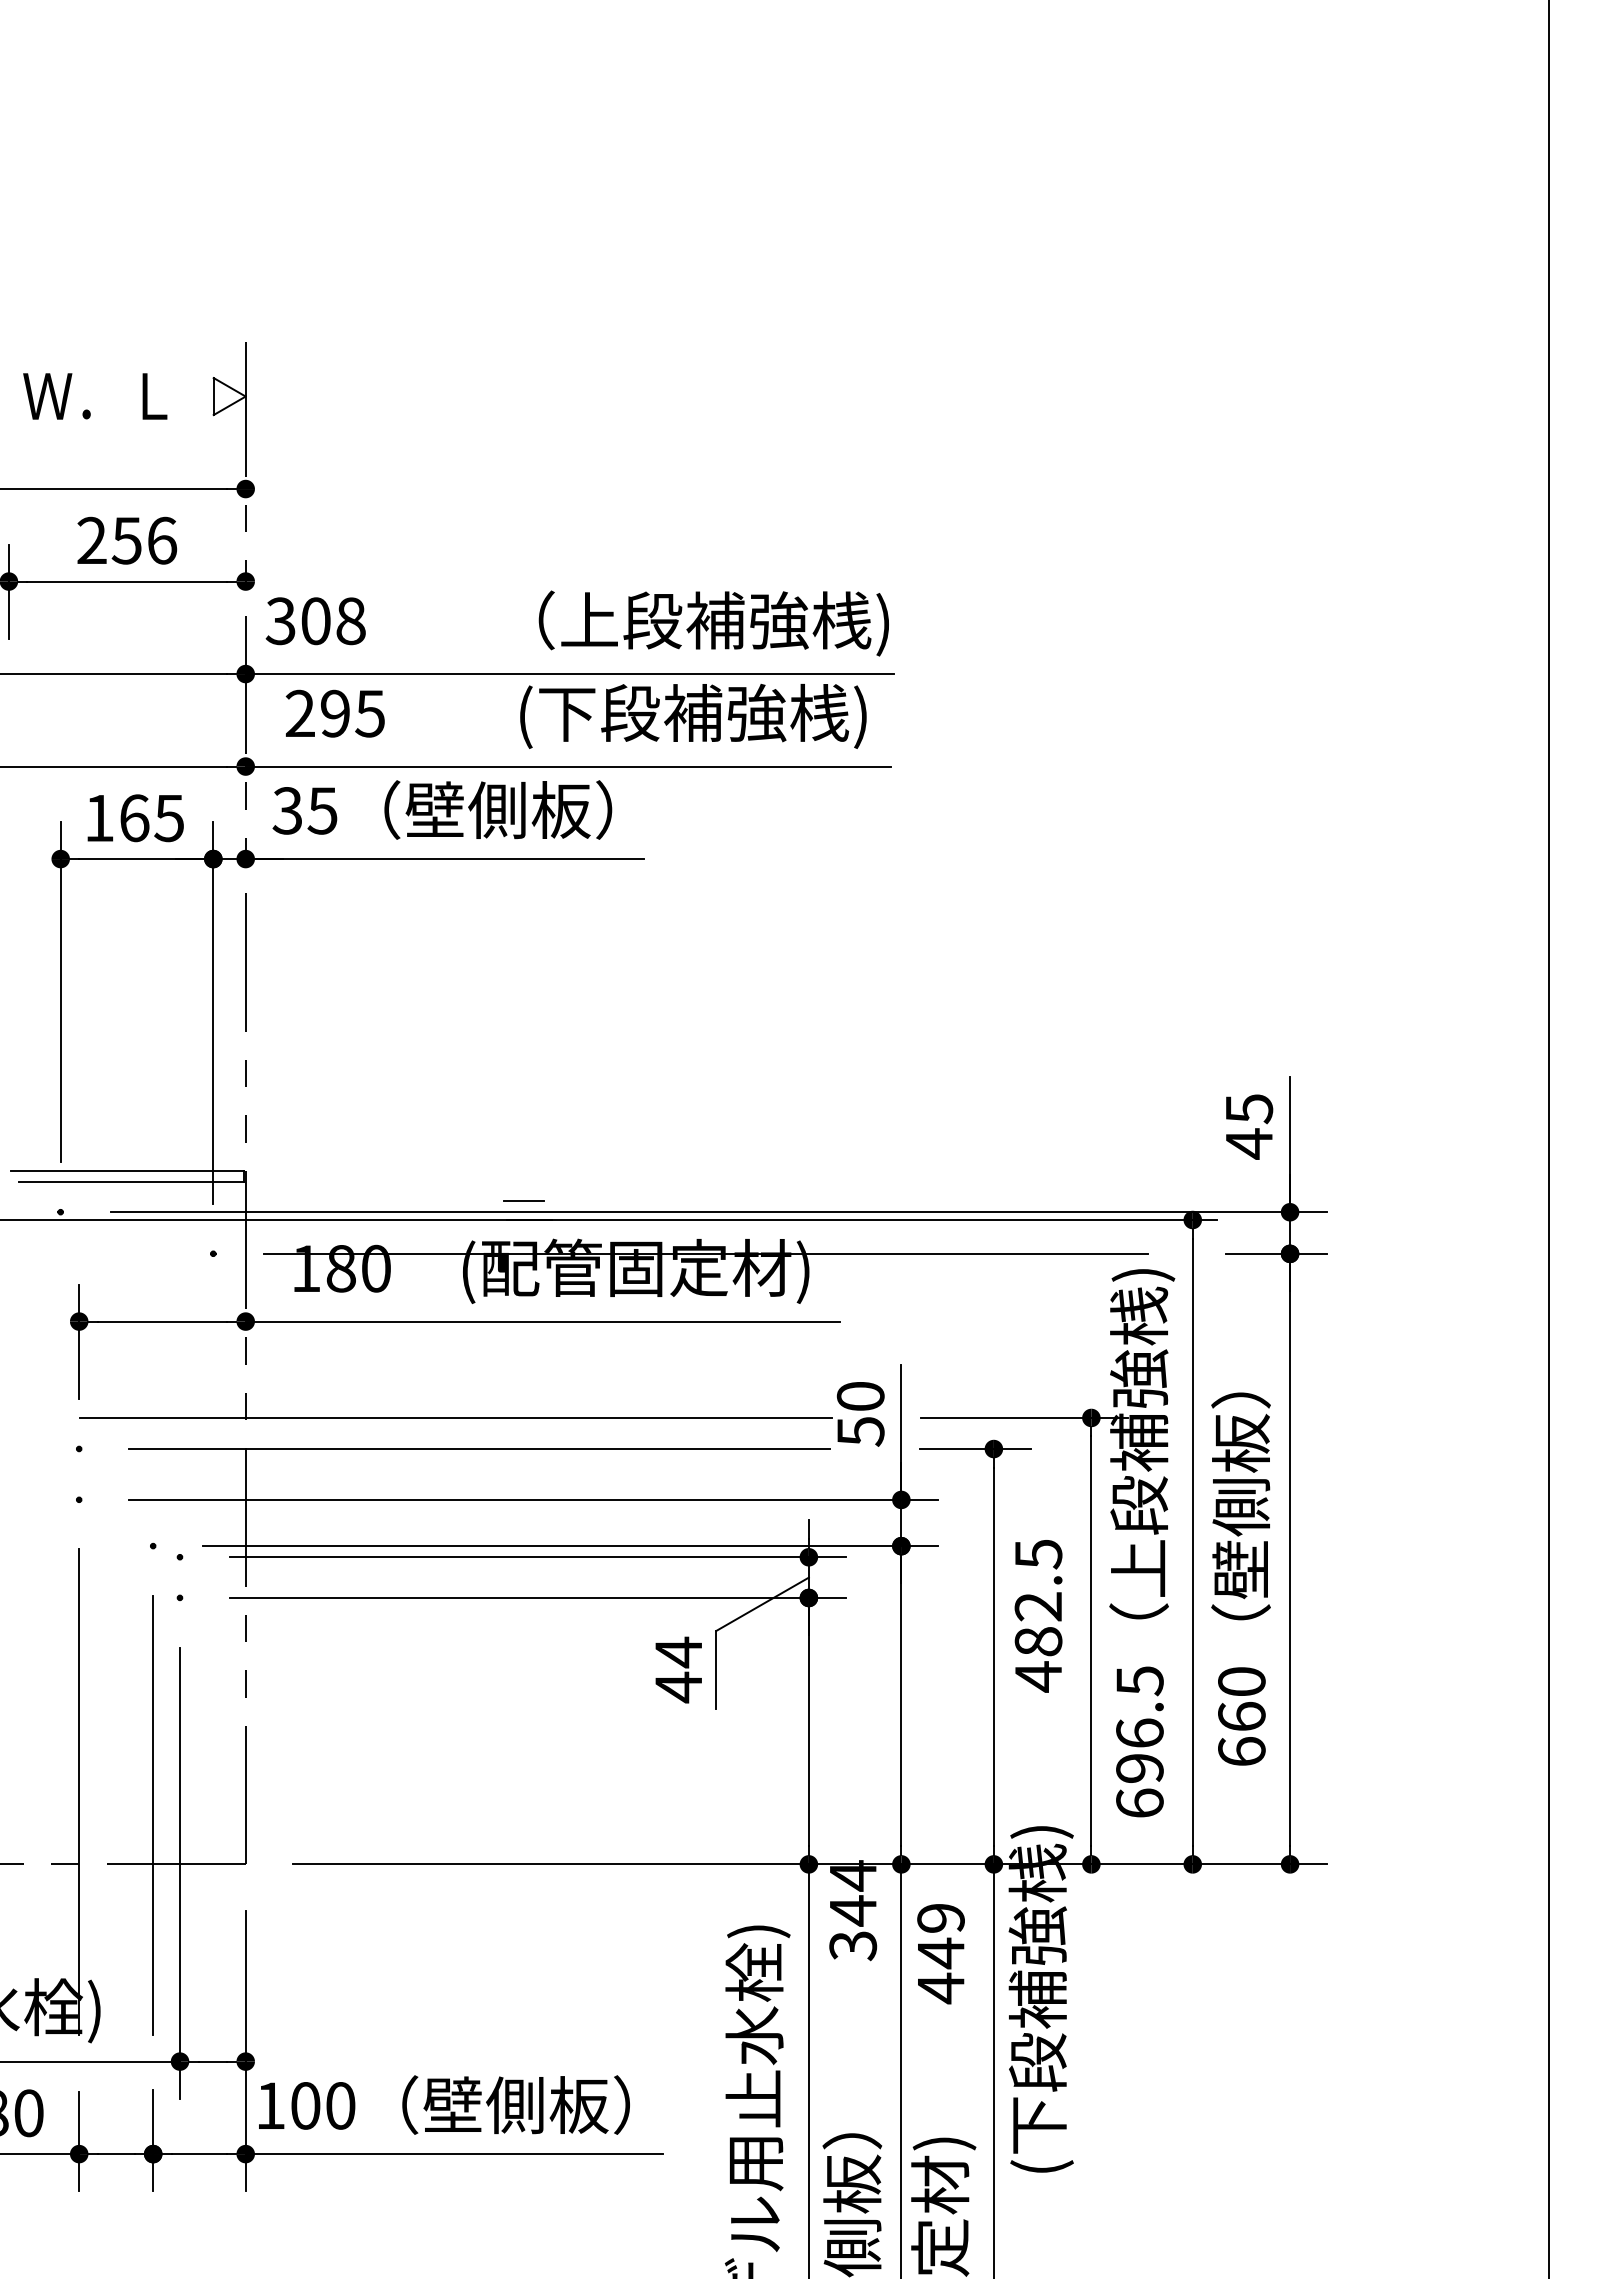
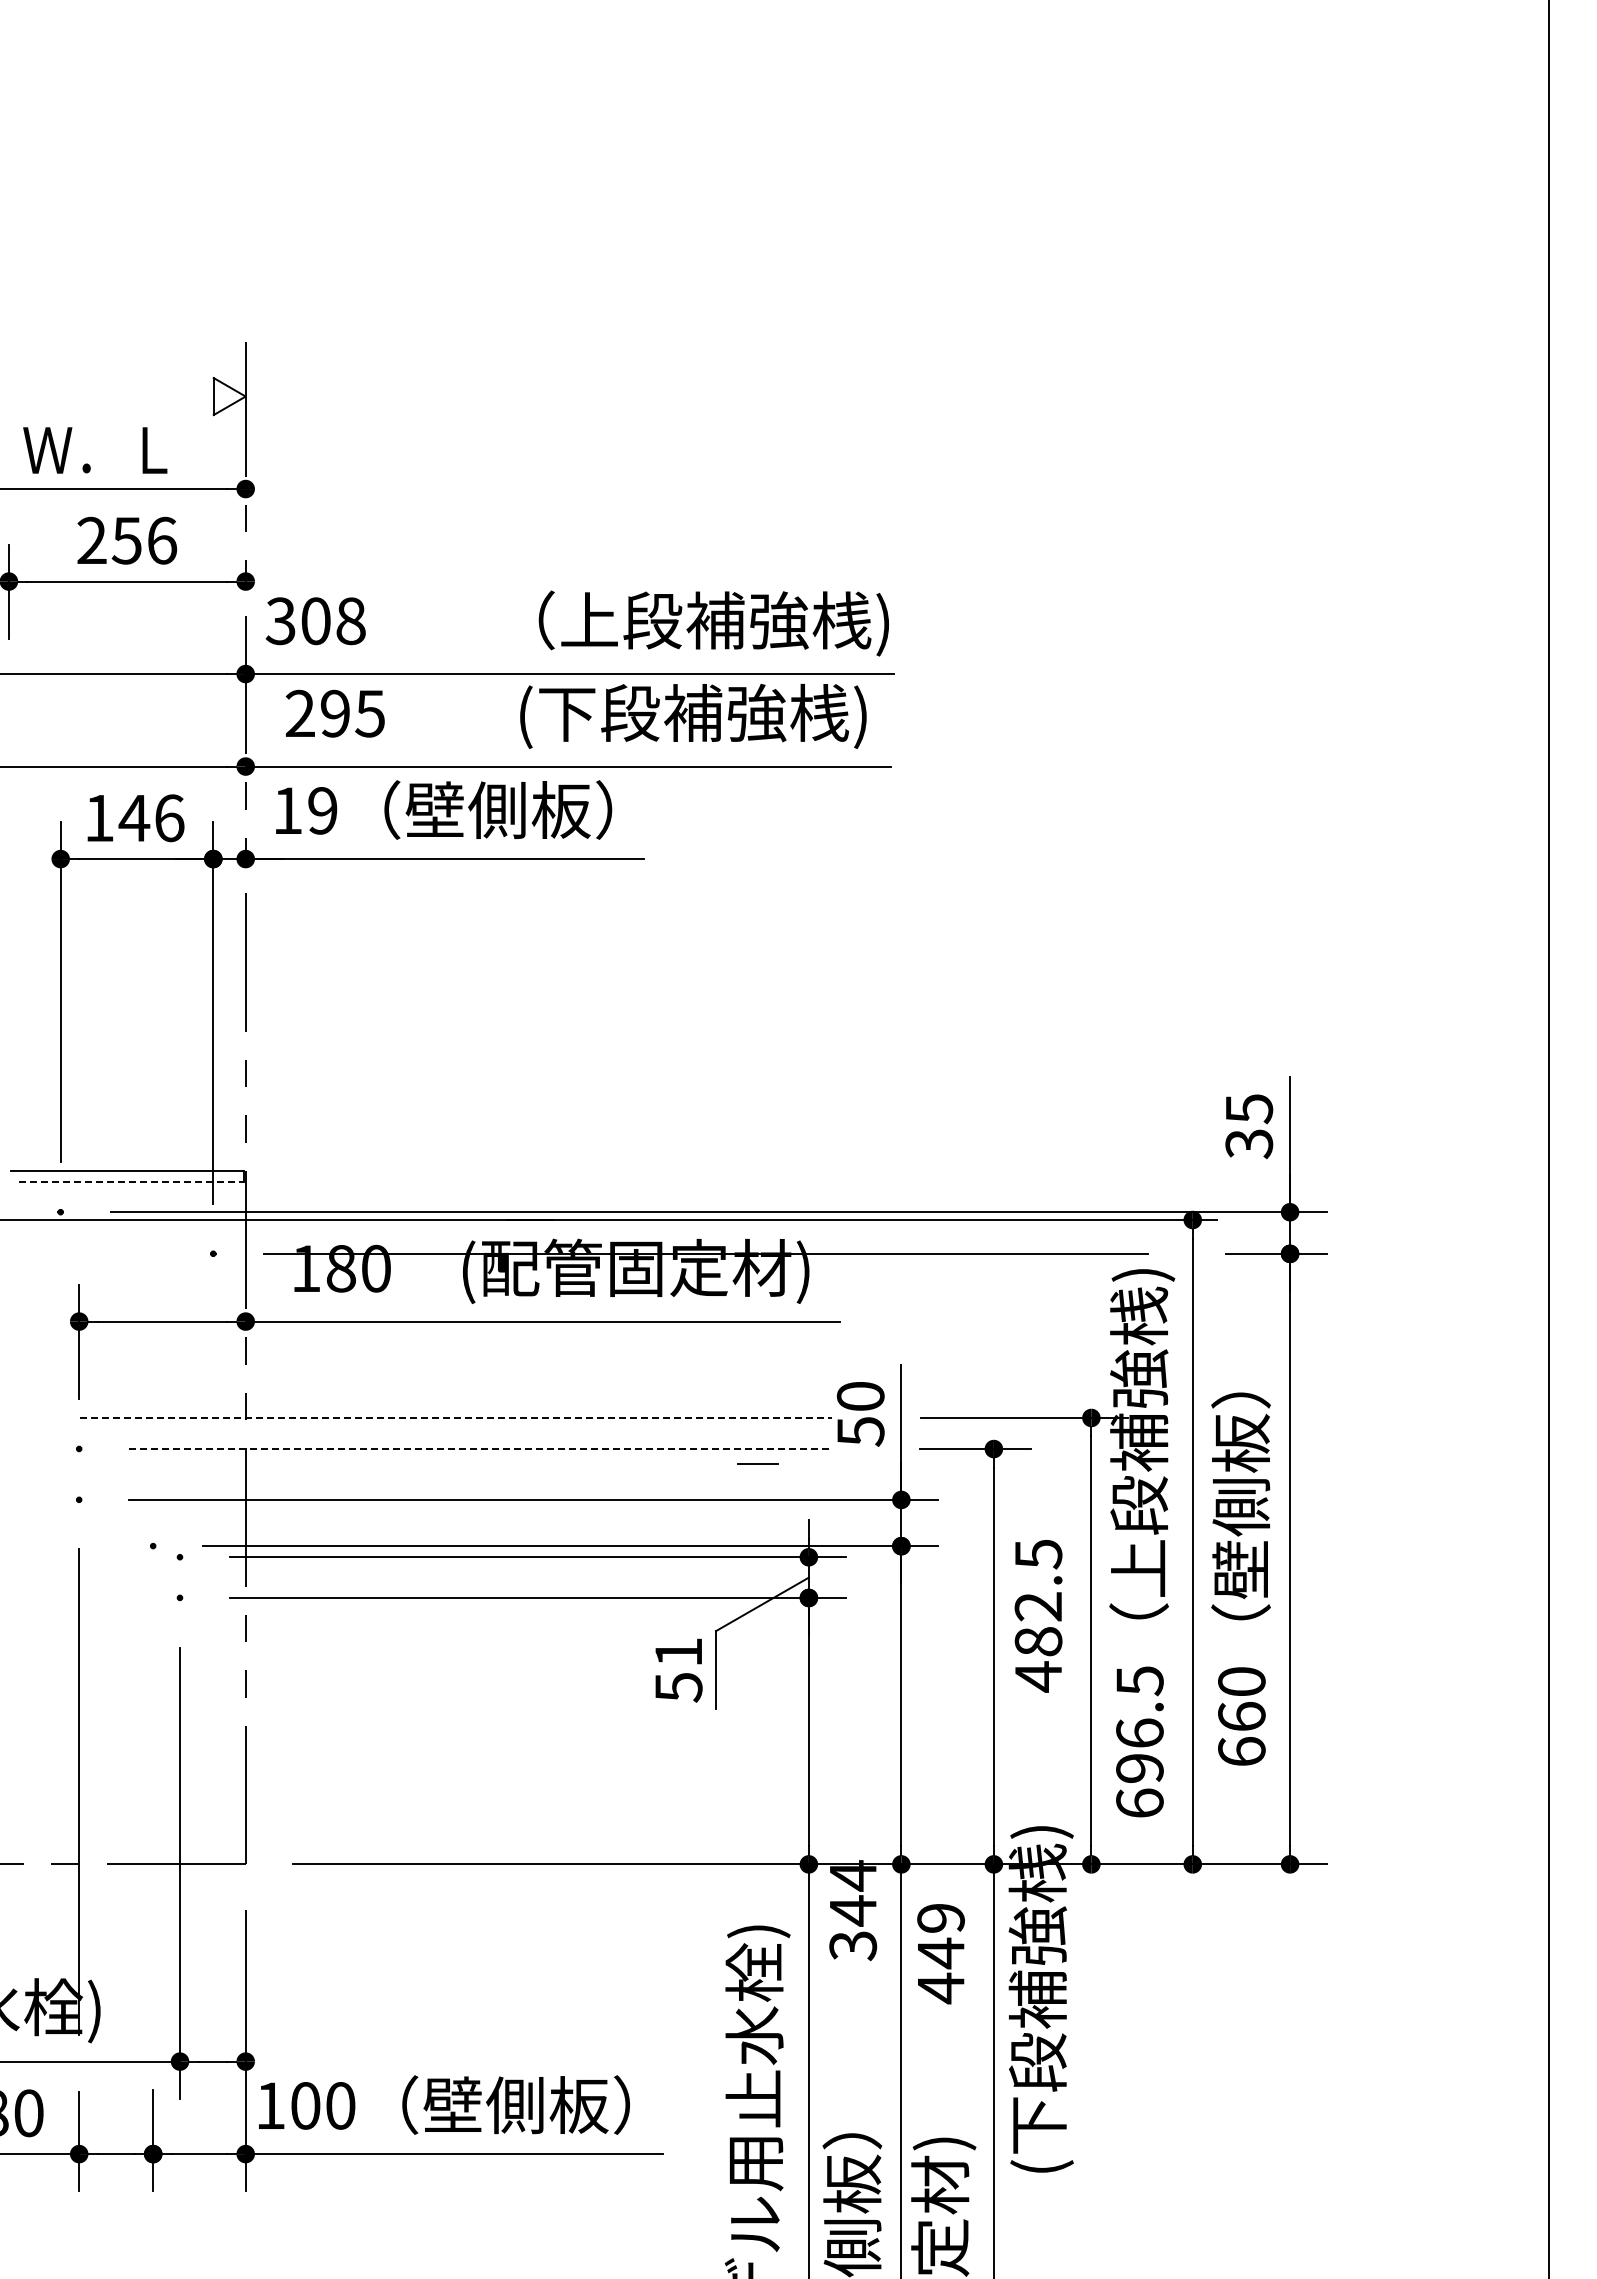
text at (95, 396) position: (95, 396) -> (95, 450)
text at (304, 810): 35 -> 19
text at (151, 818): 165 -> 146
text at (1249, 1143): 45 -> 35
line at (131, 1181): solid -> dashed
line at (523, 1200) position: (523, 1200) -> (757, 1463)
line at (455, 1417): solid -> dashed
line at (480, 1448): solid -> dashed
text at (678, 1669): 44 -> 51
line at (153, 1815): present -> none
